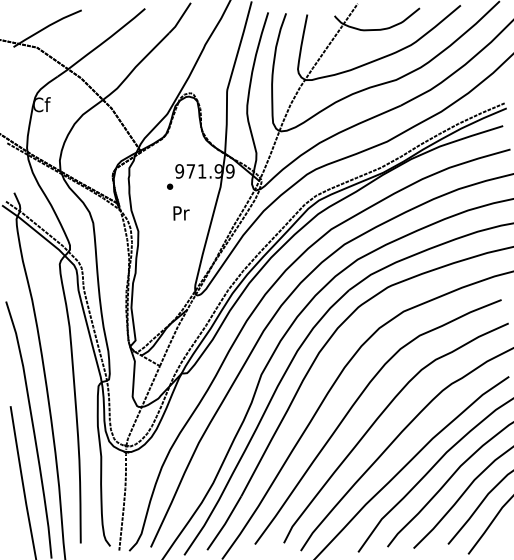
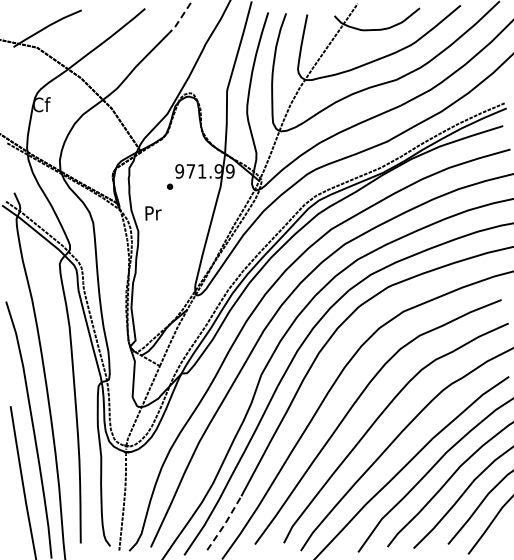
line at (180, 19): solid -> dashed
text at (181, 213) position: (181, 213) -> (153, 213)
line at (225, 524): solid -> dashed
